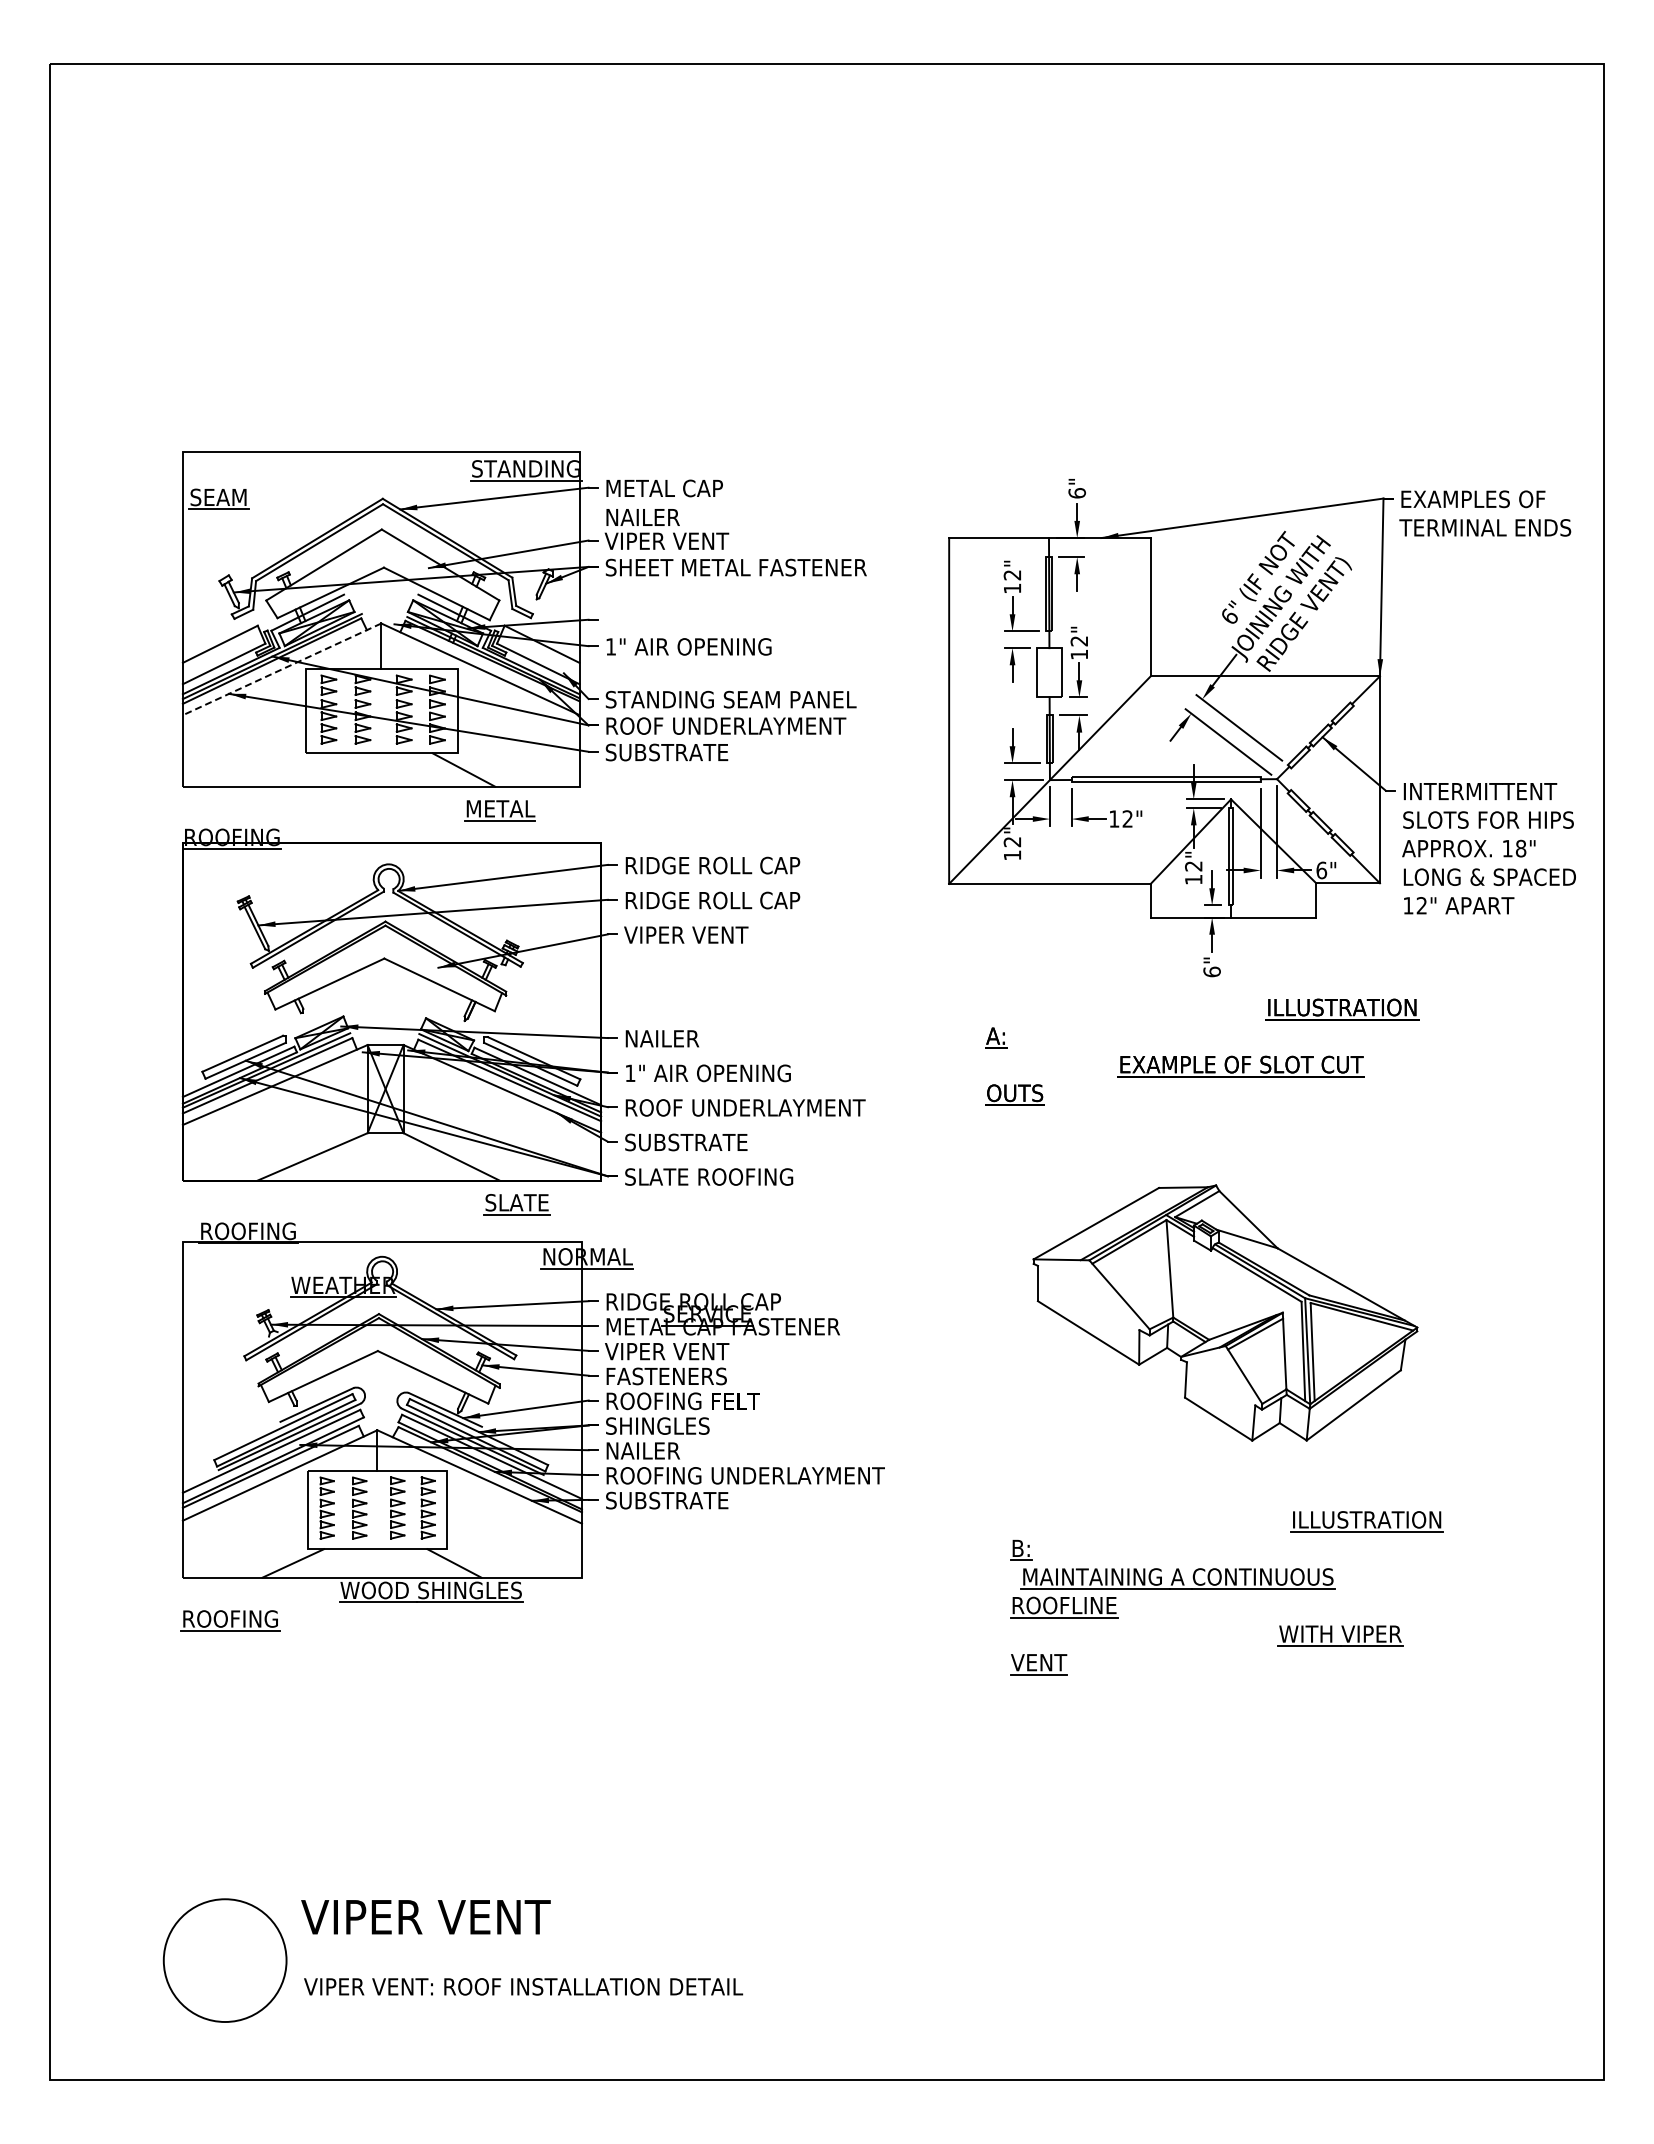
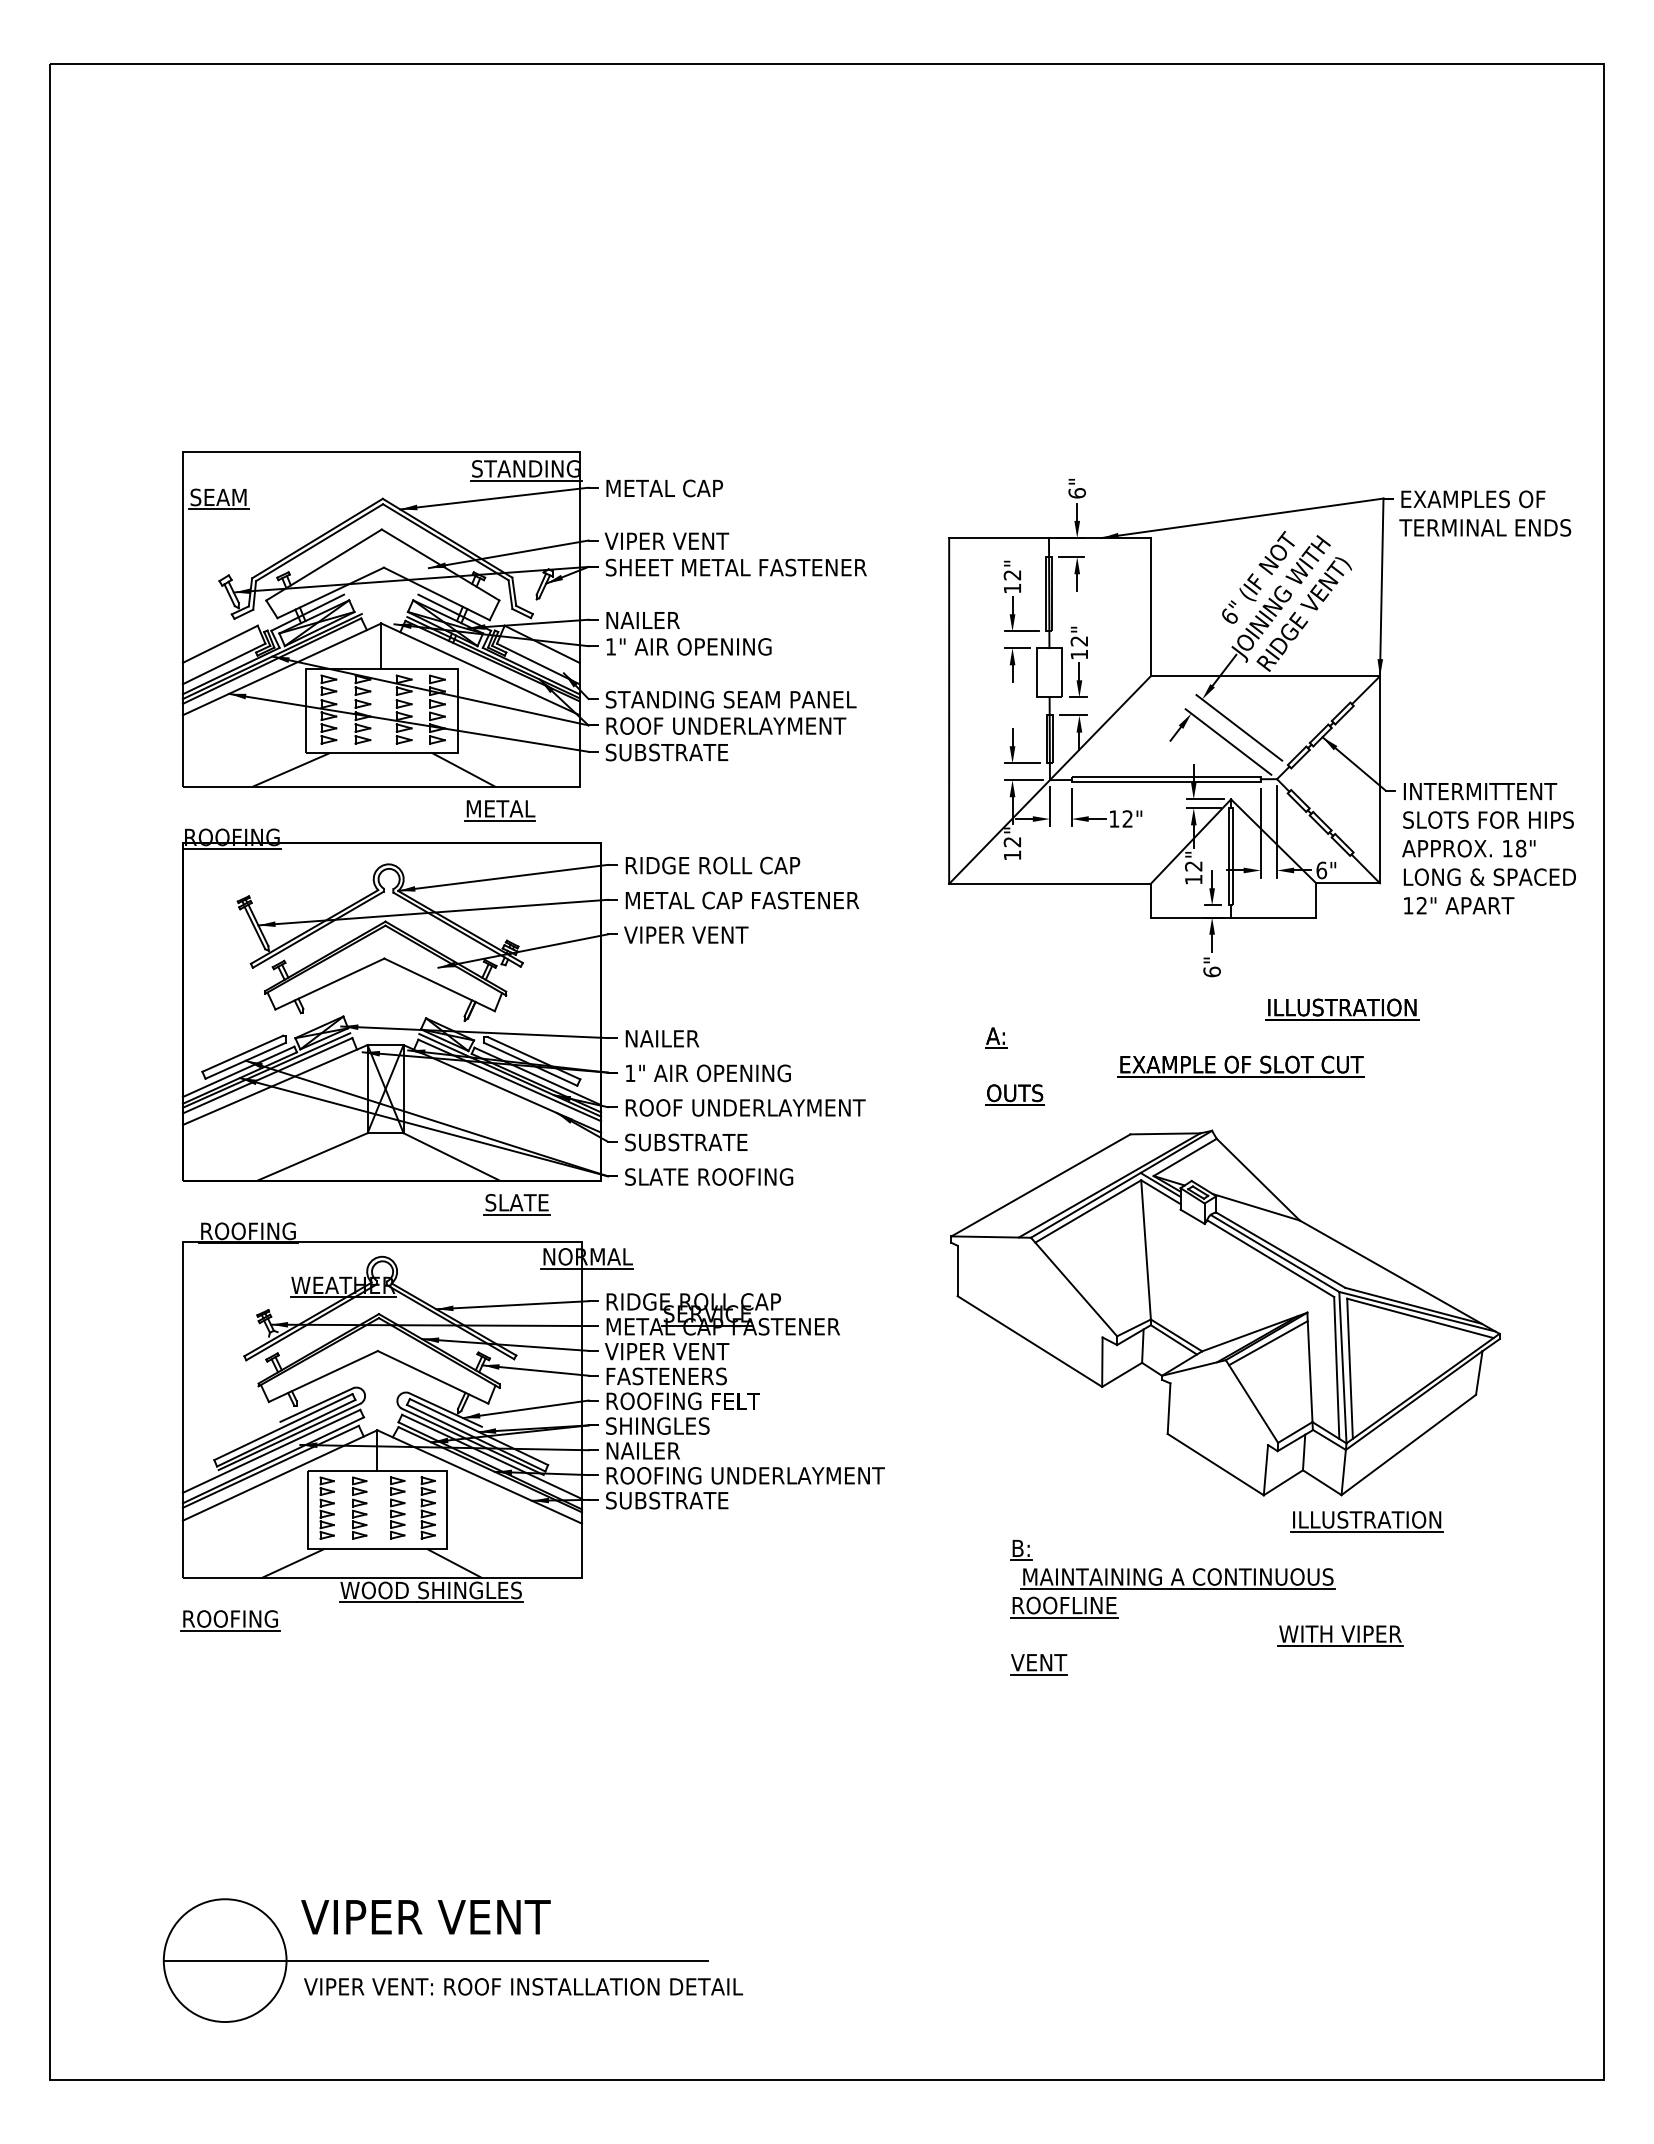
text at (642, 517) position: (642, 517) -> (642, 620)
line at (281, 669): dashed -> solid
line at (290, 769): none -> present
text at (743, 900): RIDGE ROLL CAP -> METAL CAP FASTENER
part at (1225, 1312) size: 387x258 px -> 551x368 px
line at (435, 1960): none -> present
